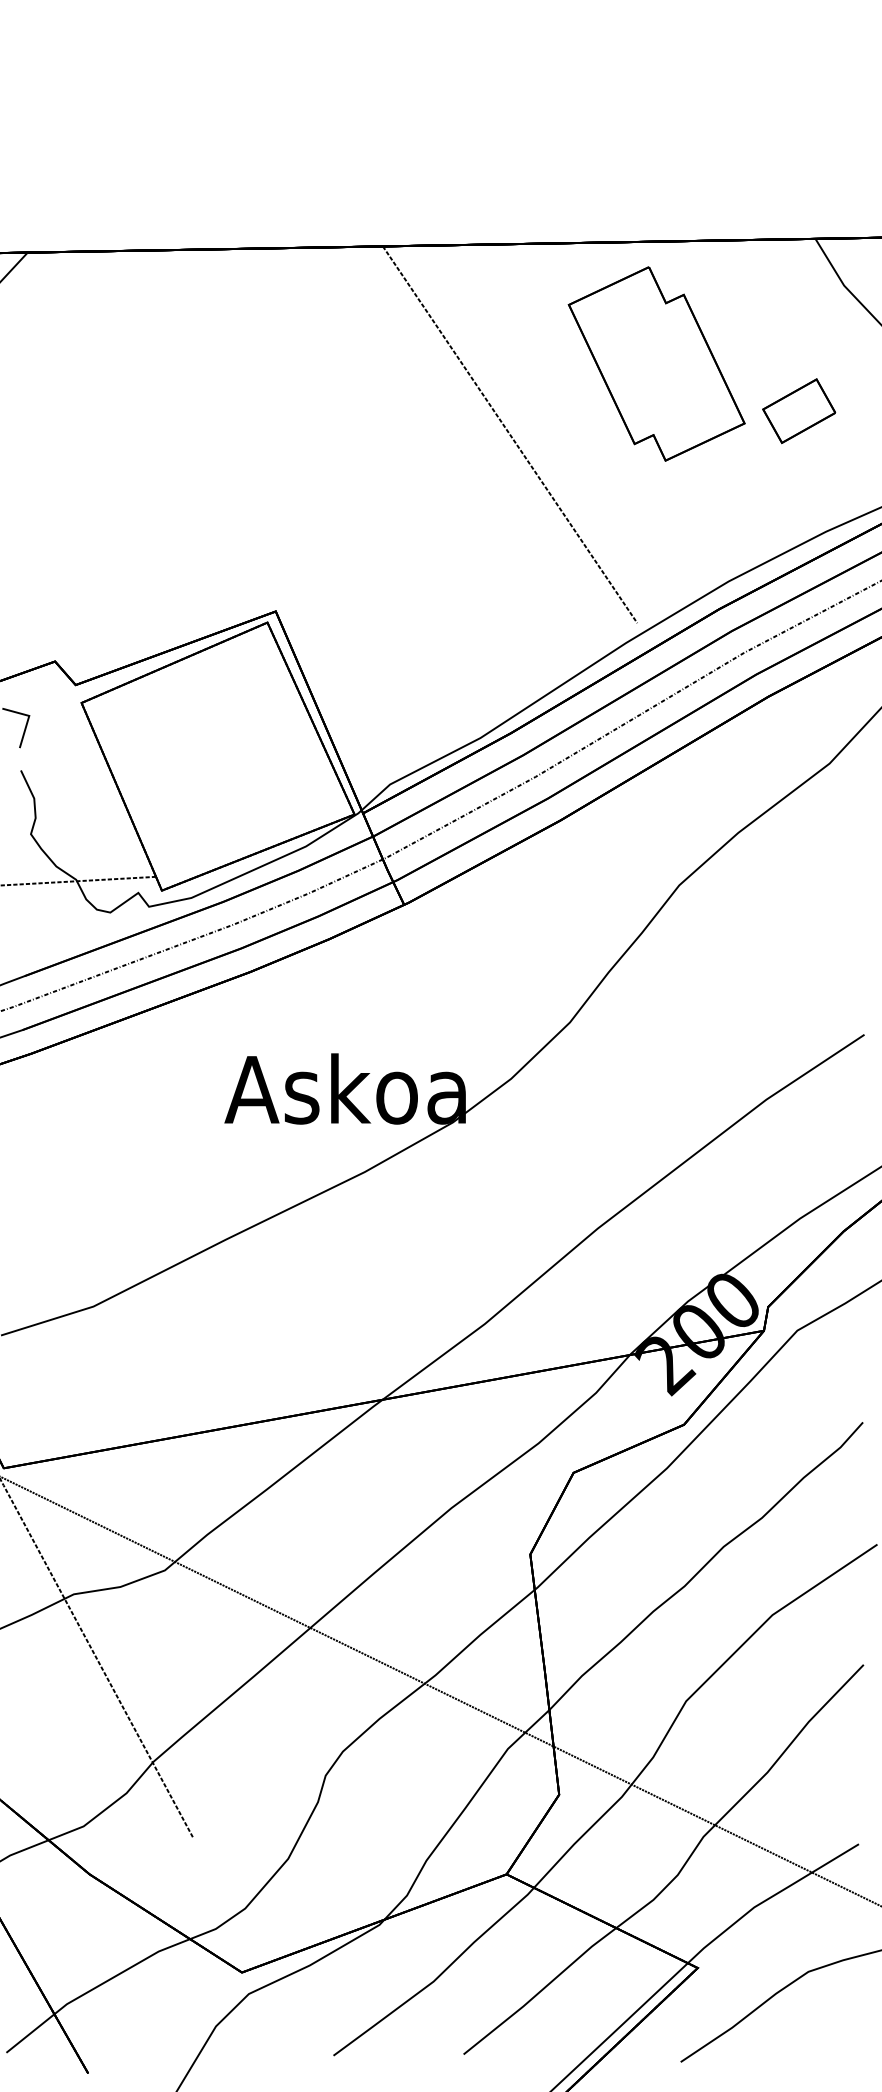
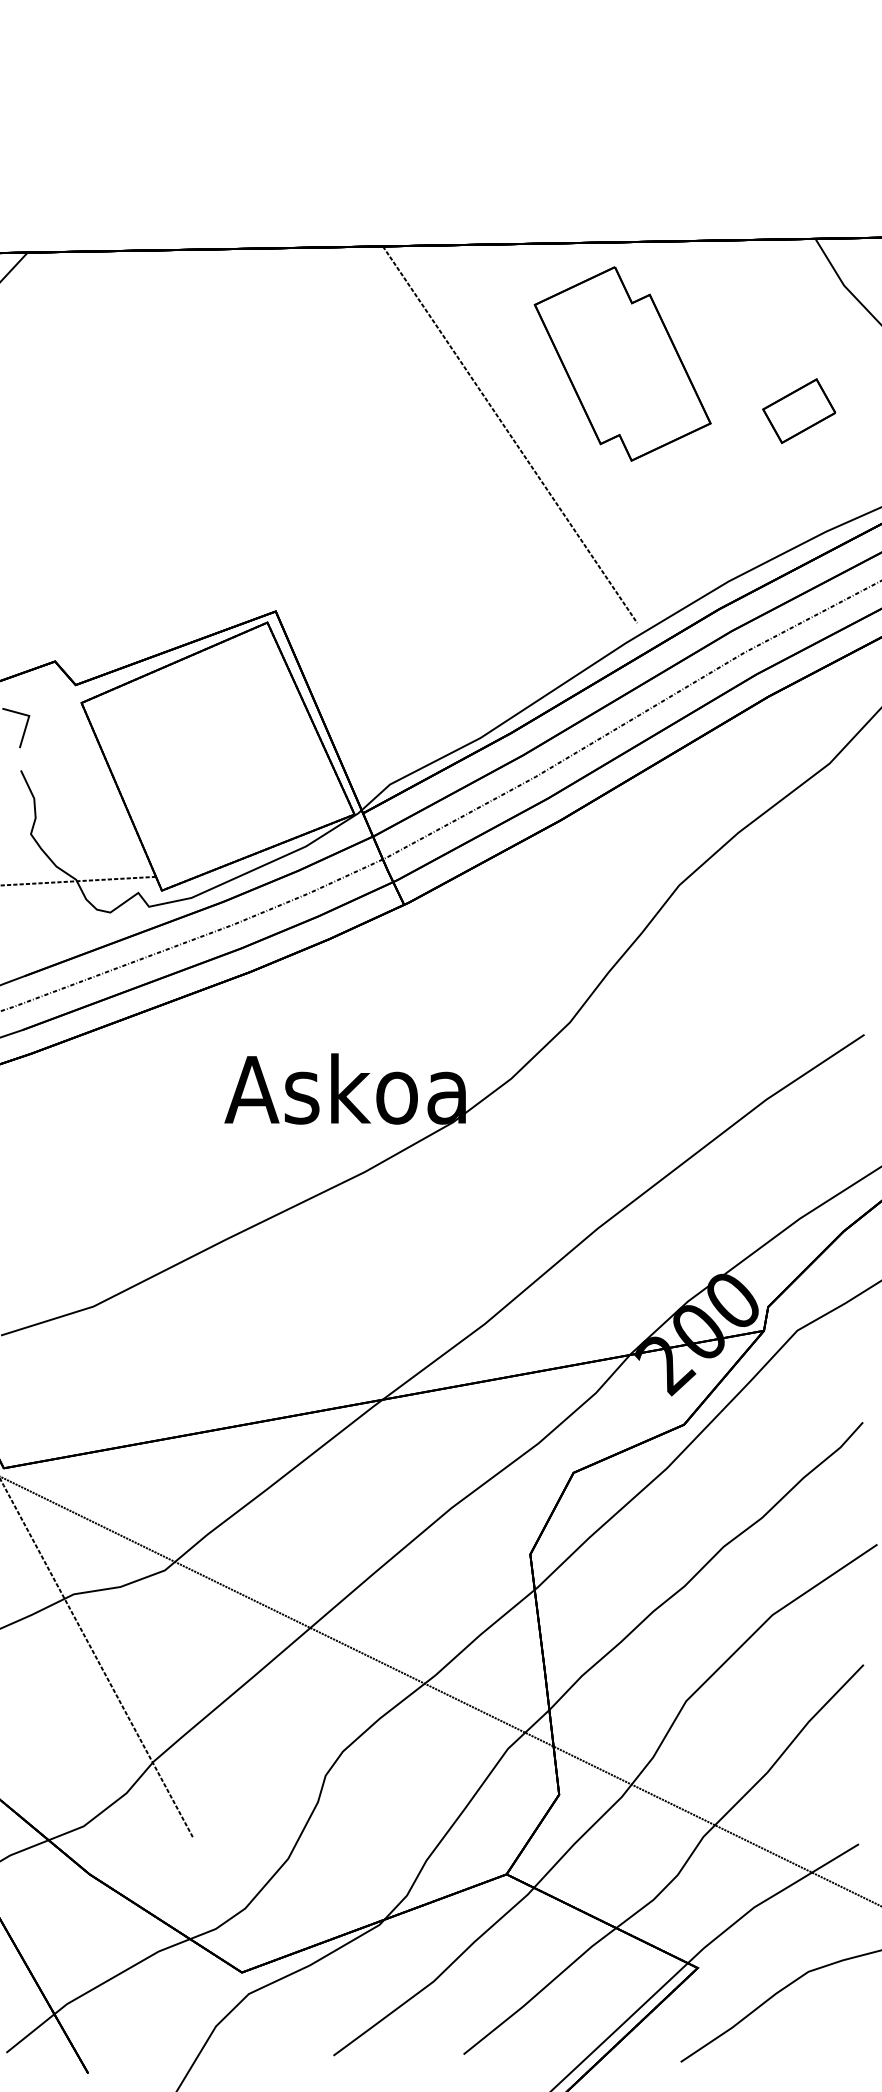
part at (656, 363) position: (656, 363) -> (622, 363)
